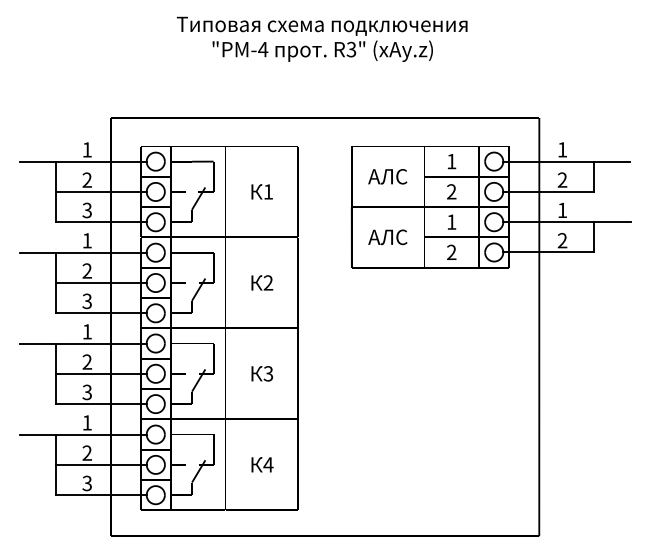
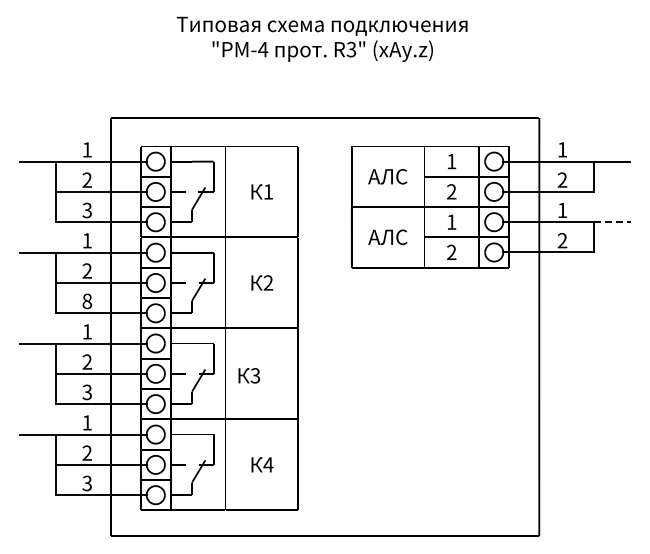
line at (612, 222): solid -> dashed
text at (87, 300): 3 -> 8
text at (262, 373) position: (262, 373) -> (249, 375)
